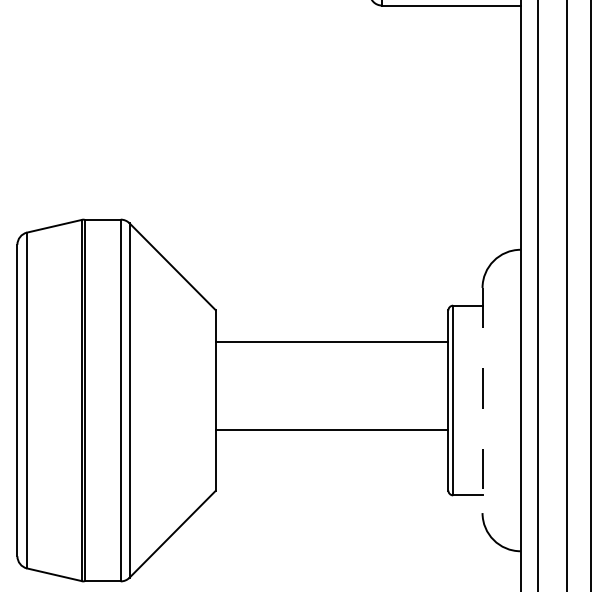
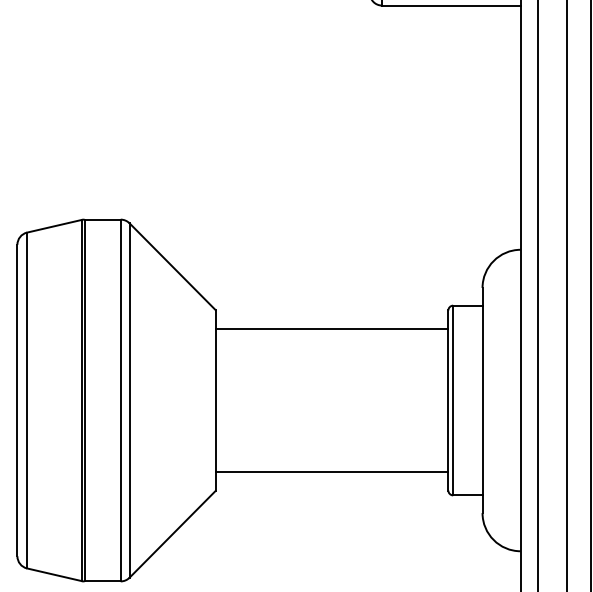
line at (331, 342) position: (331, 342) -> (331, 329)
line at (482, 400): dashed -> solid
line at (331, 429) position: (331, 429) -> (331, 471)
